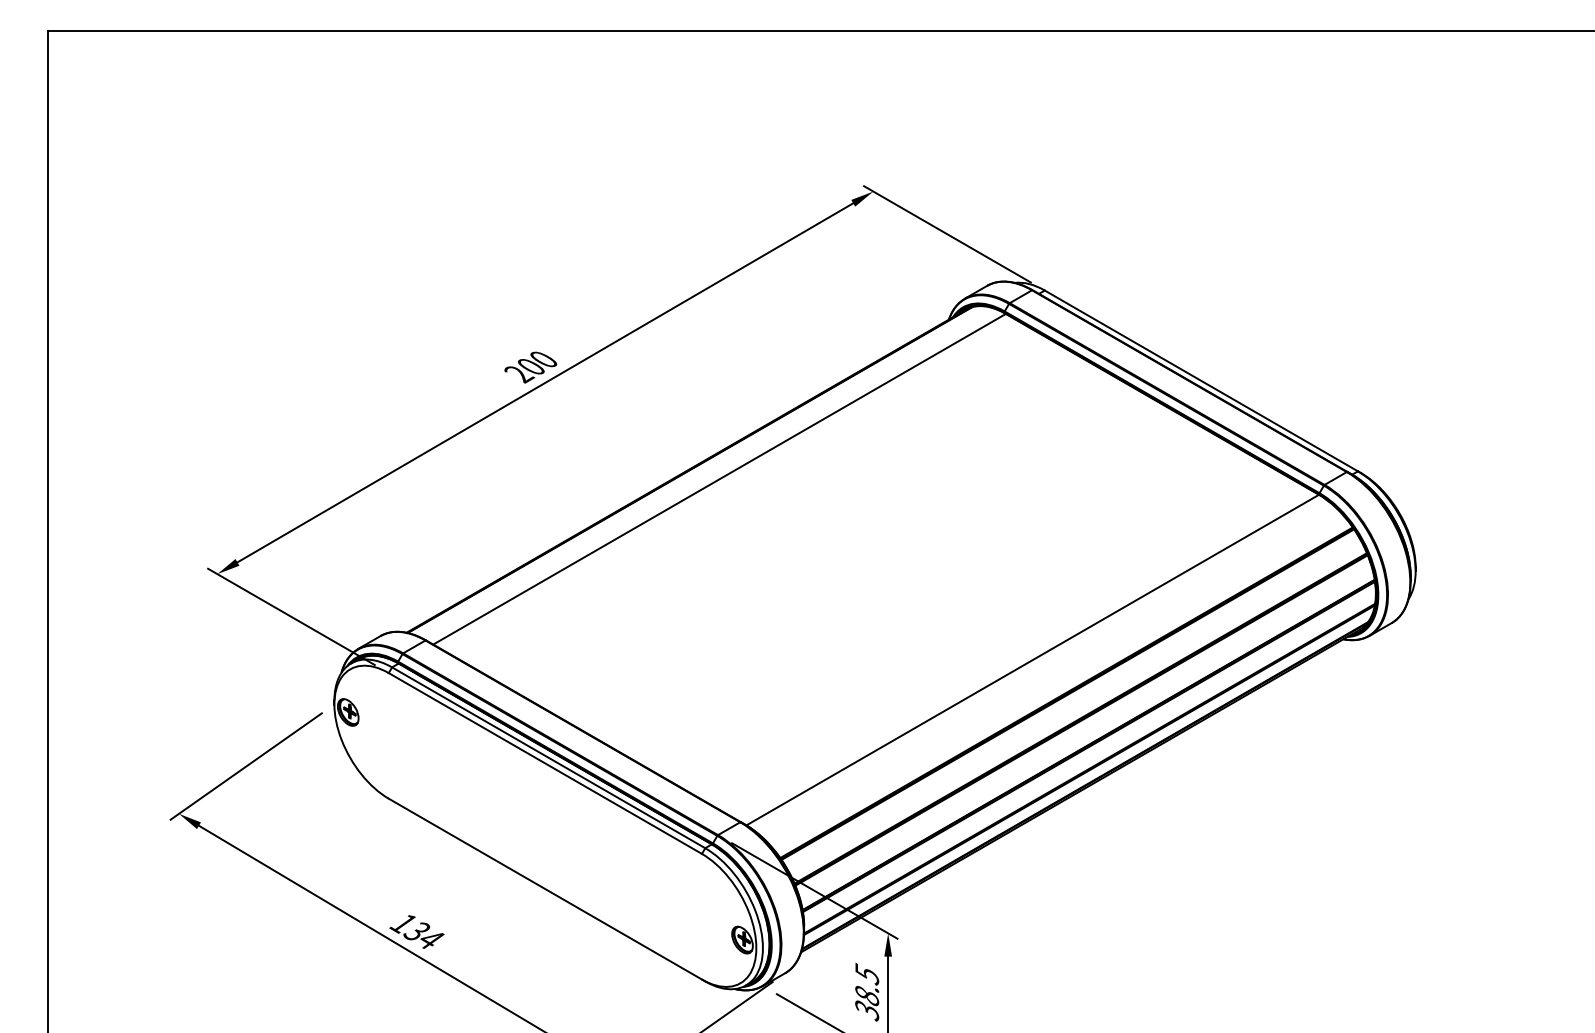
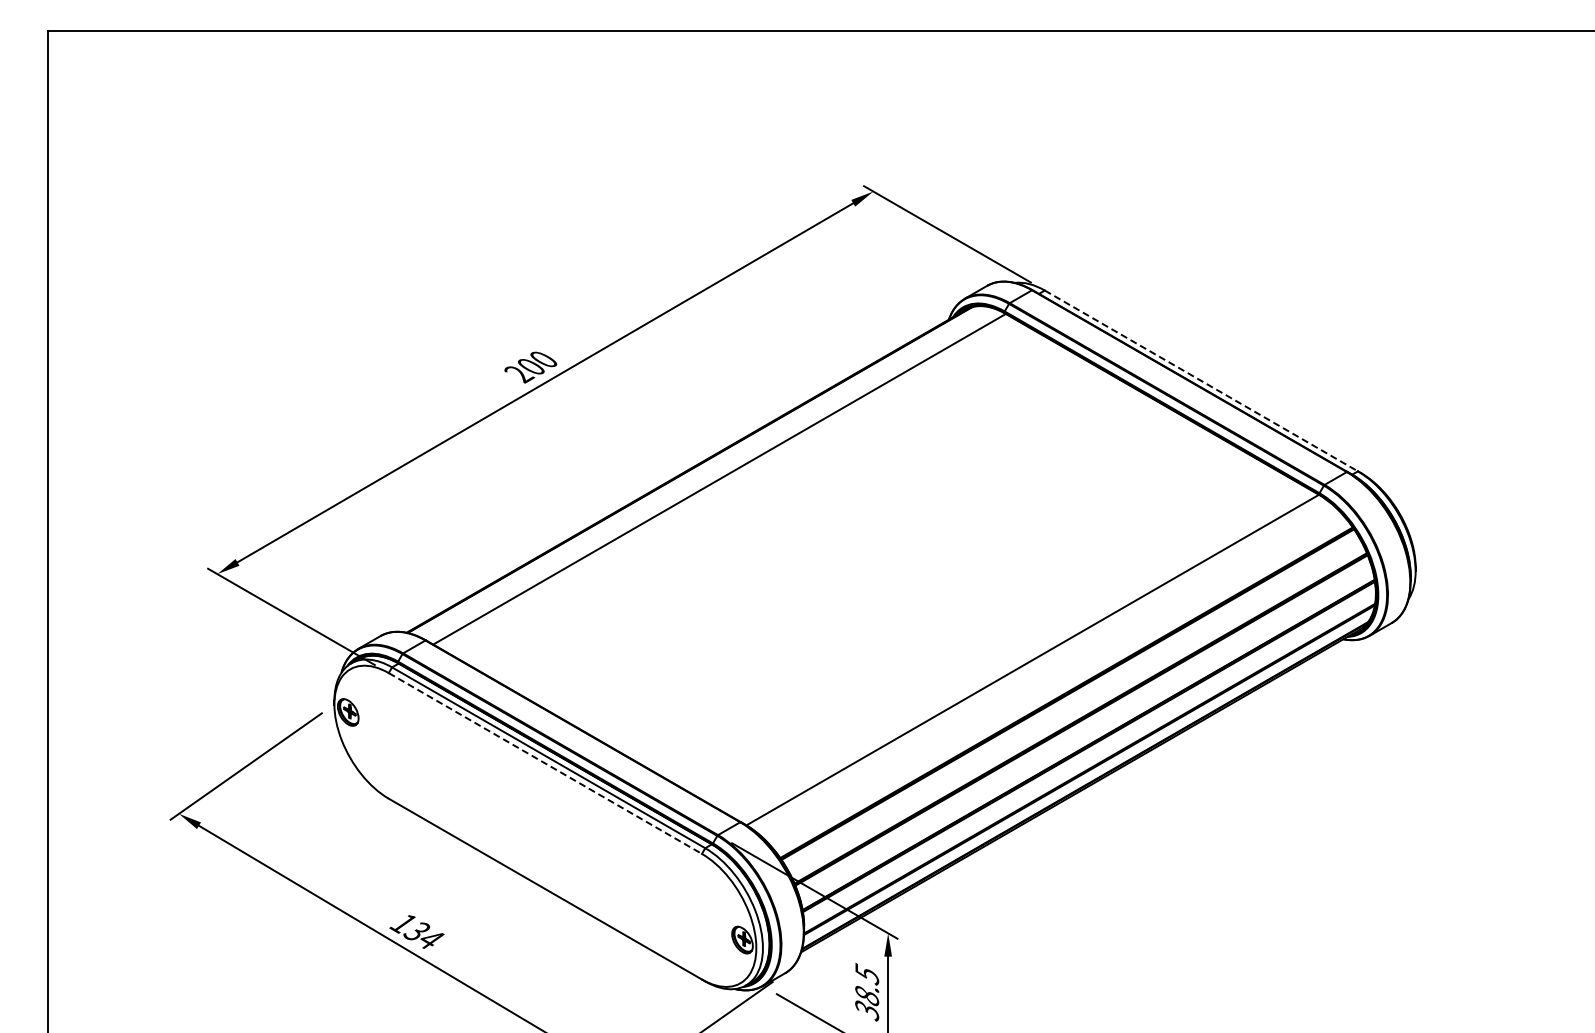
line at (1201, 380): solid -> dashed
line at (545, 763): solid -> dashed
